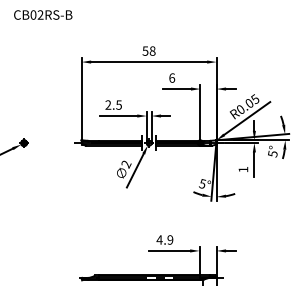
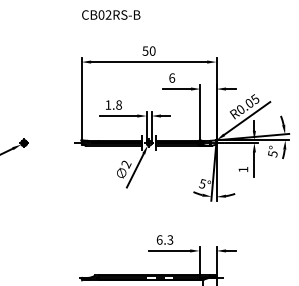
text at (43, 14) position: (43, 14) -> (111, 14)
text at (152, 51): 58 -> 50
text at (113, 104): 2.5 -> 1.8
text at (164, 239): 4.9 -> 6.3
